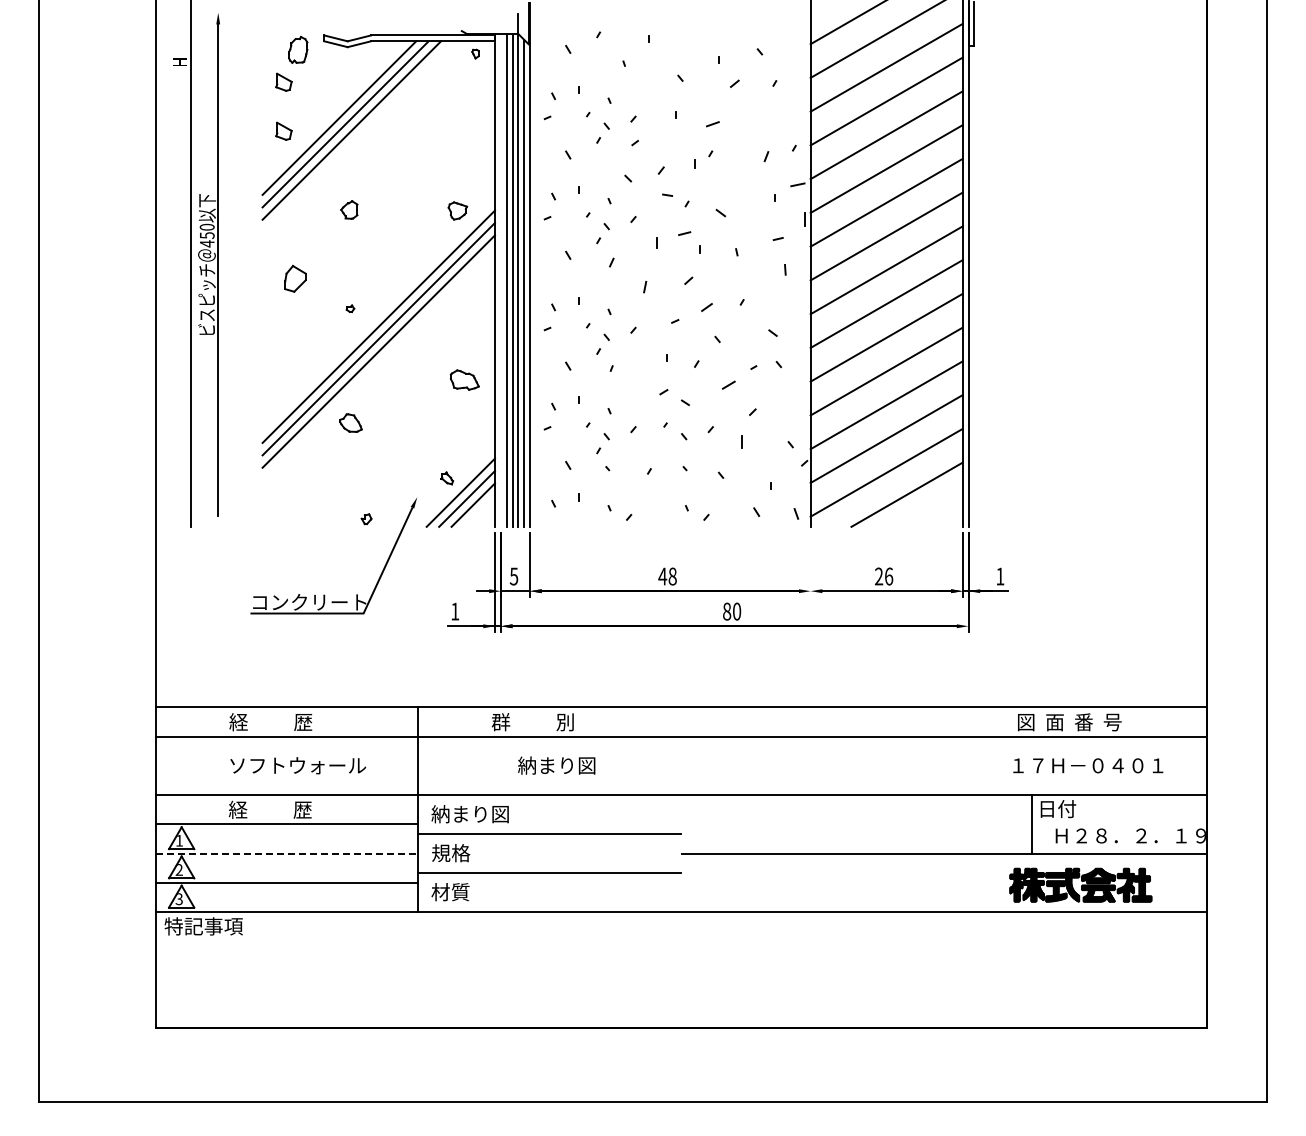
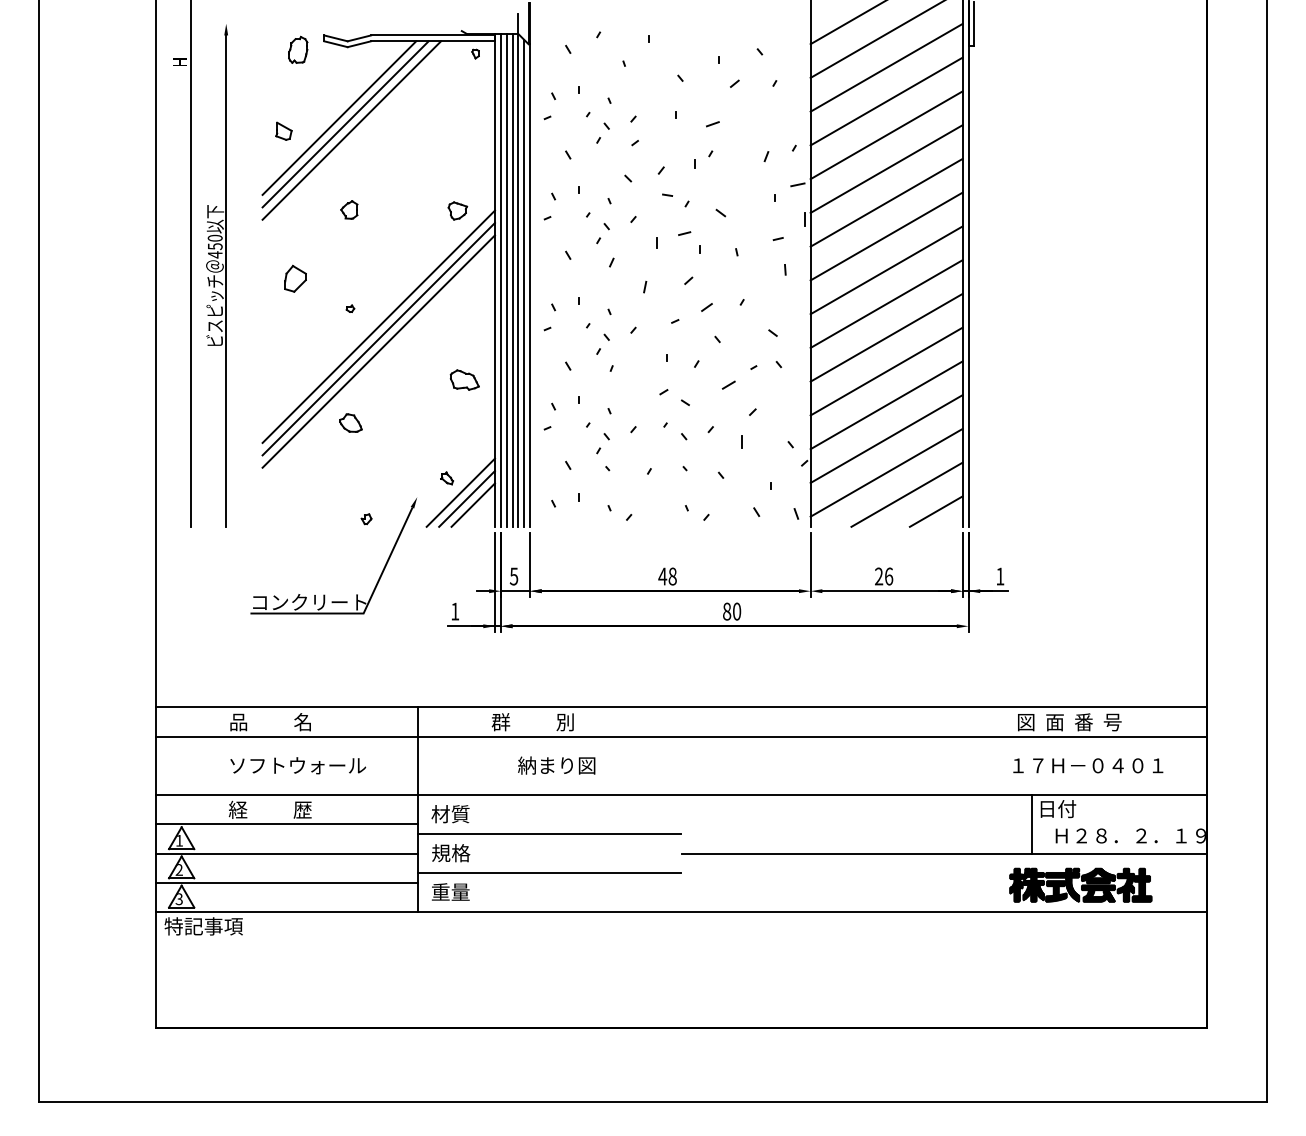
part at (283, 81): present -> none
part at (208, 264) position: (208, 264) -> (216, 275)
line at (500, 280): none -> present
line at (935, 511): none -> present
line at (810, 564): none -> present
text at (270, 722): 経          歴 -> 品          名
text at (469, 814): 納まり図 -> 材質
line at (287, 853): dashed -> solid
text at (450, 892): 材質 -> 重量
